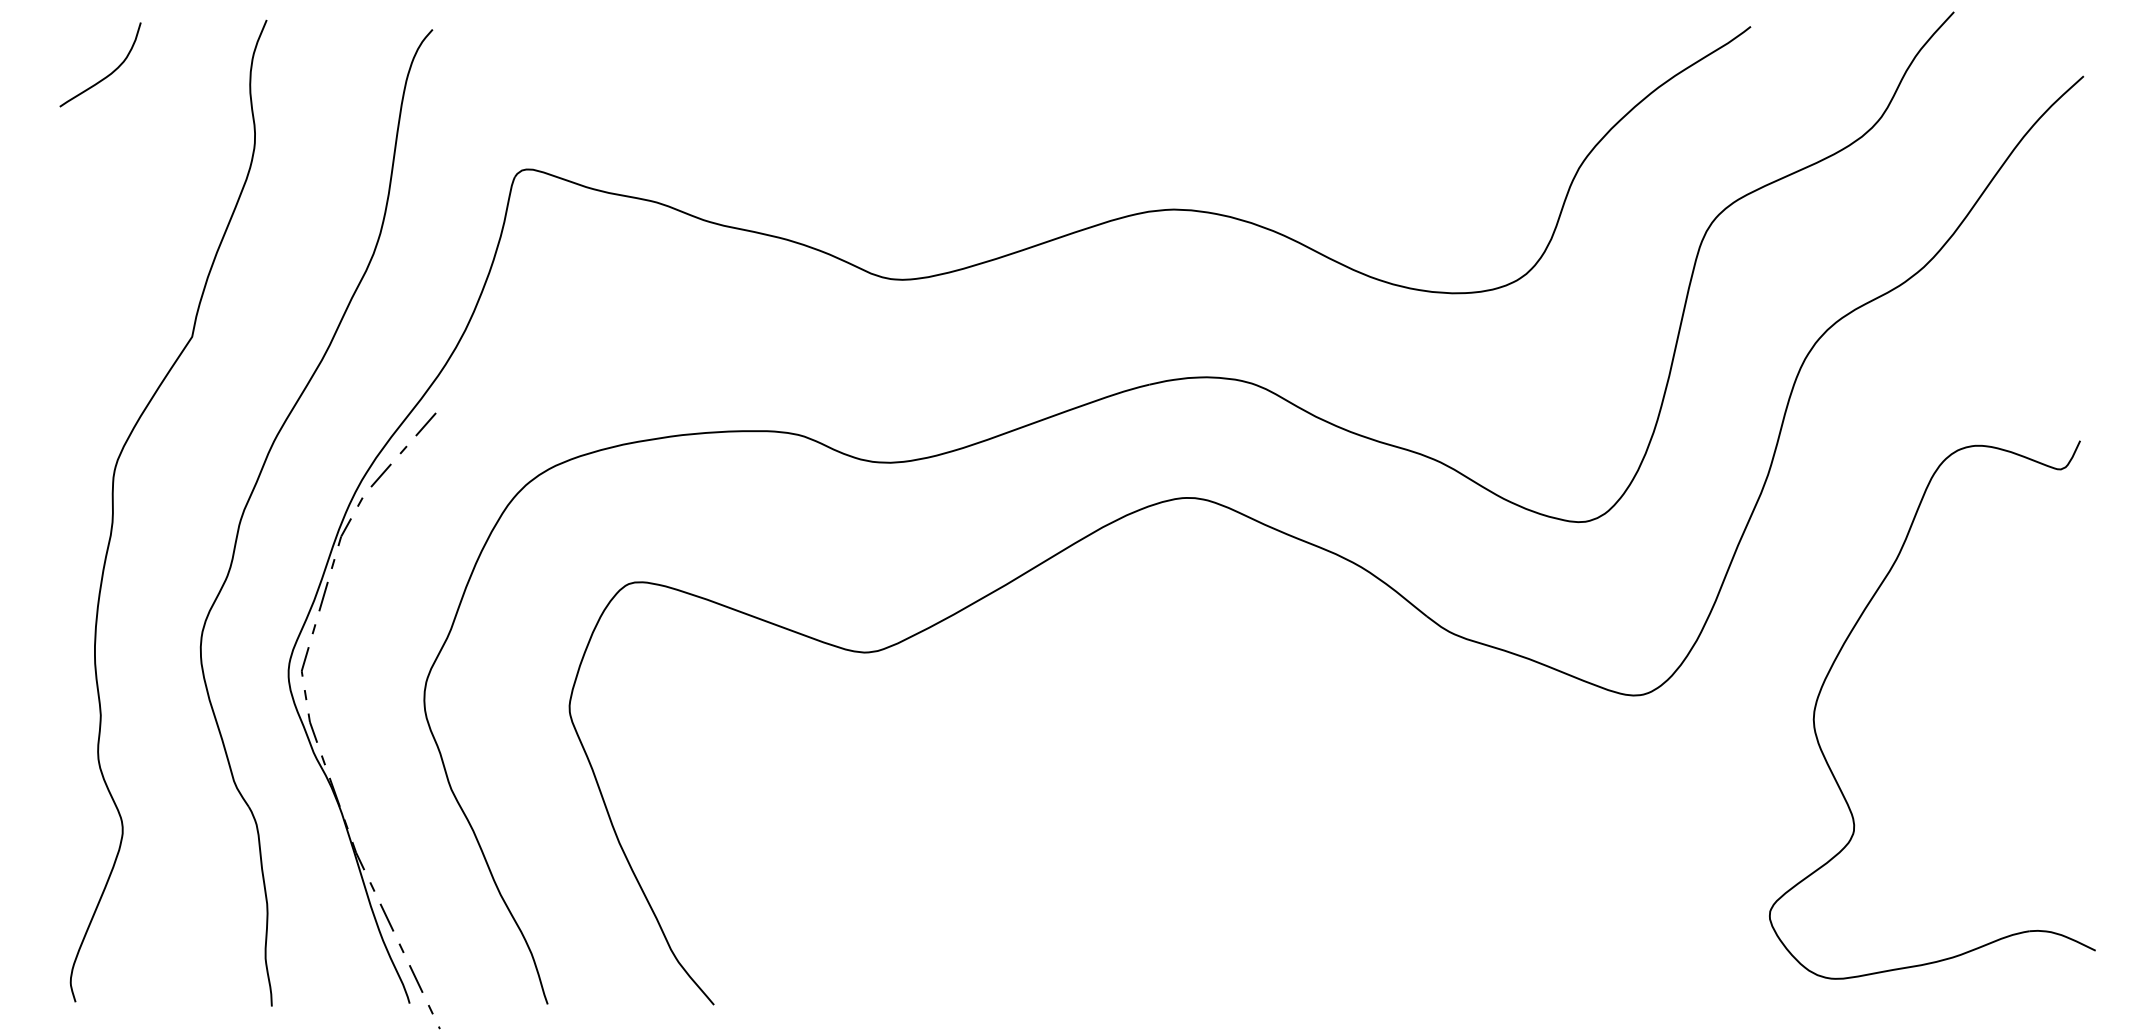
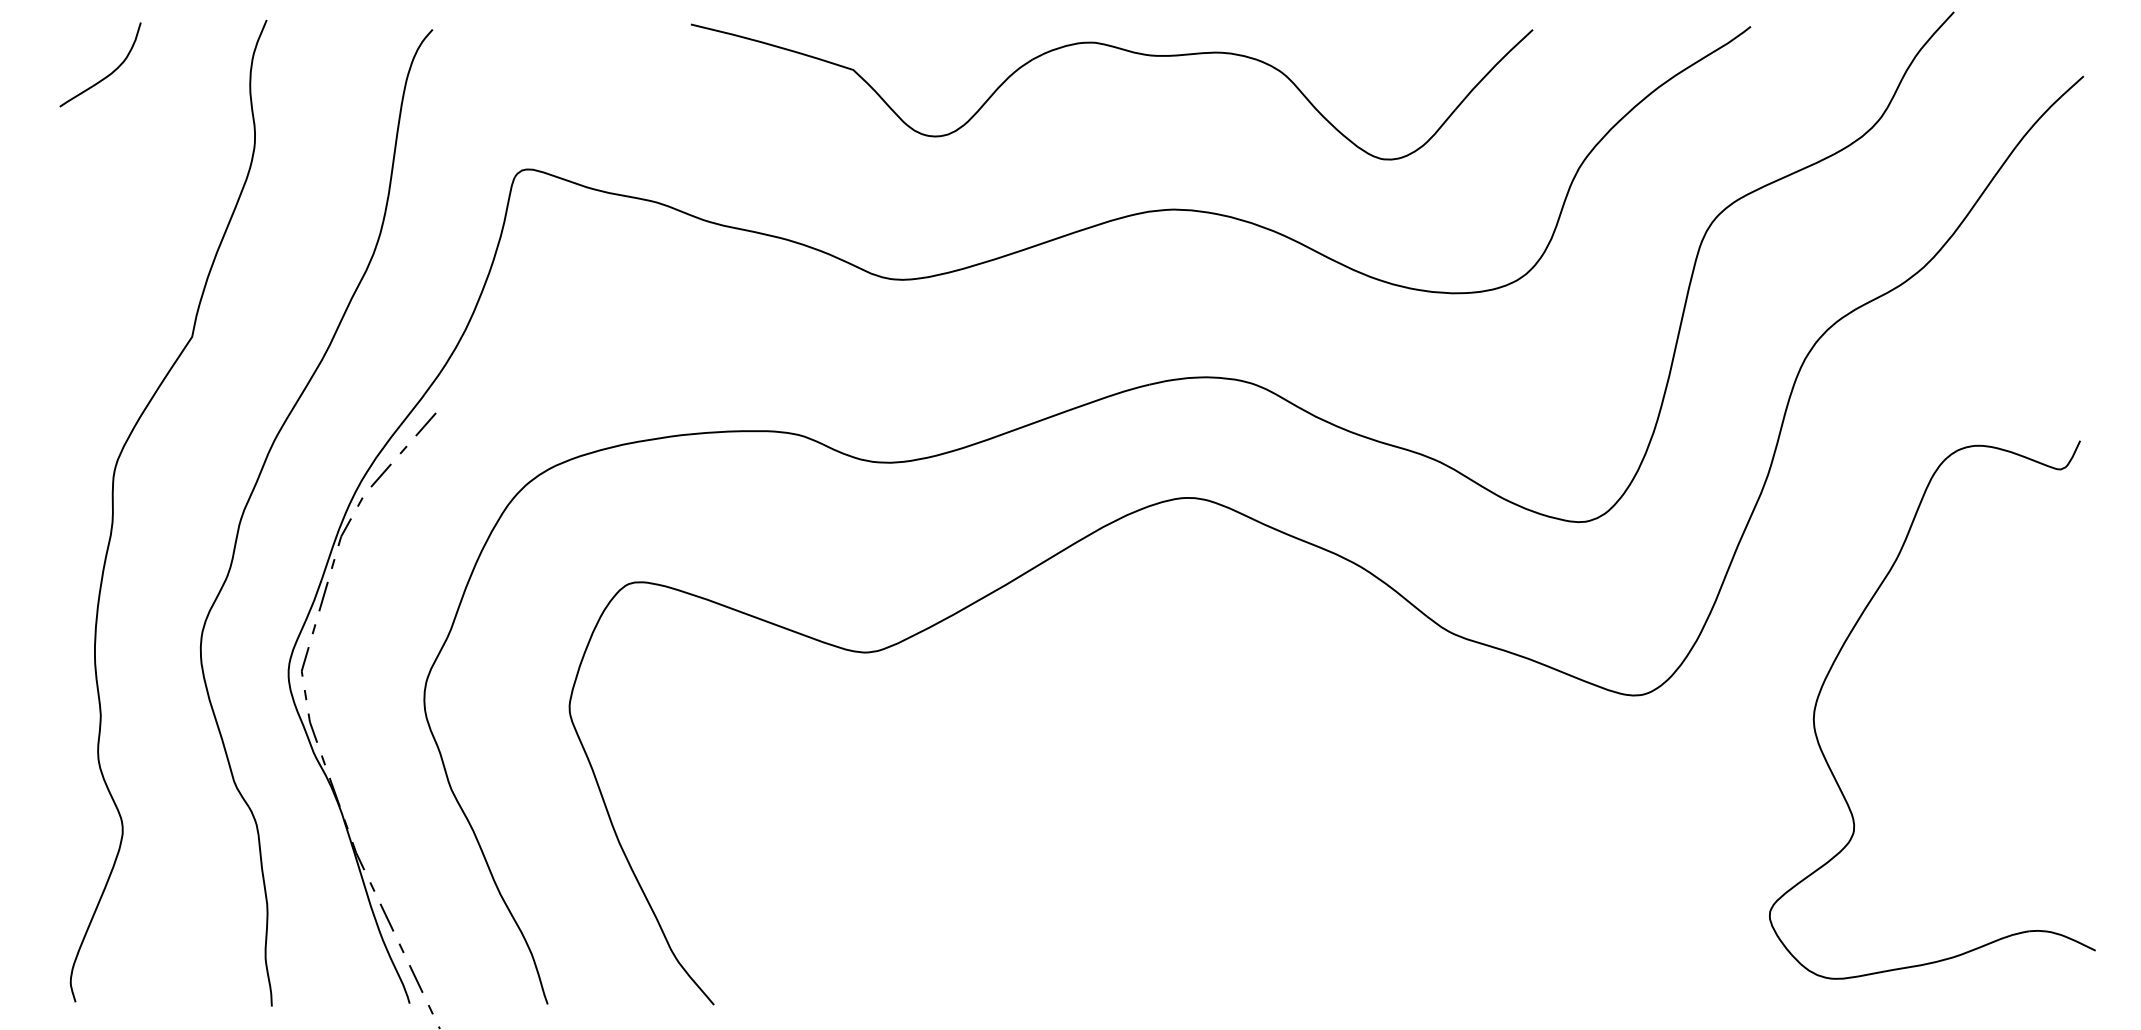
part at (1125, 51): none -> present
